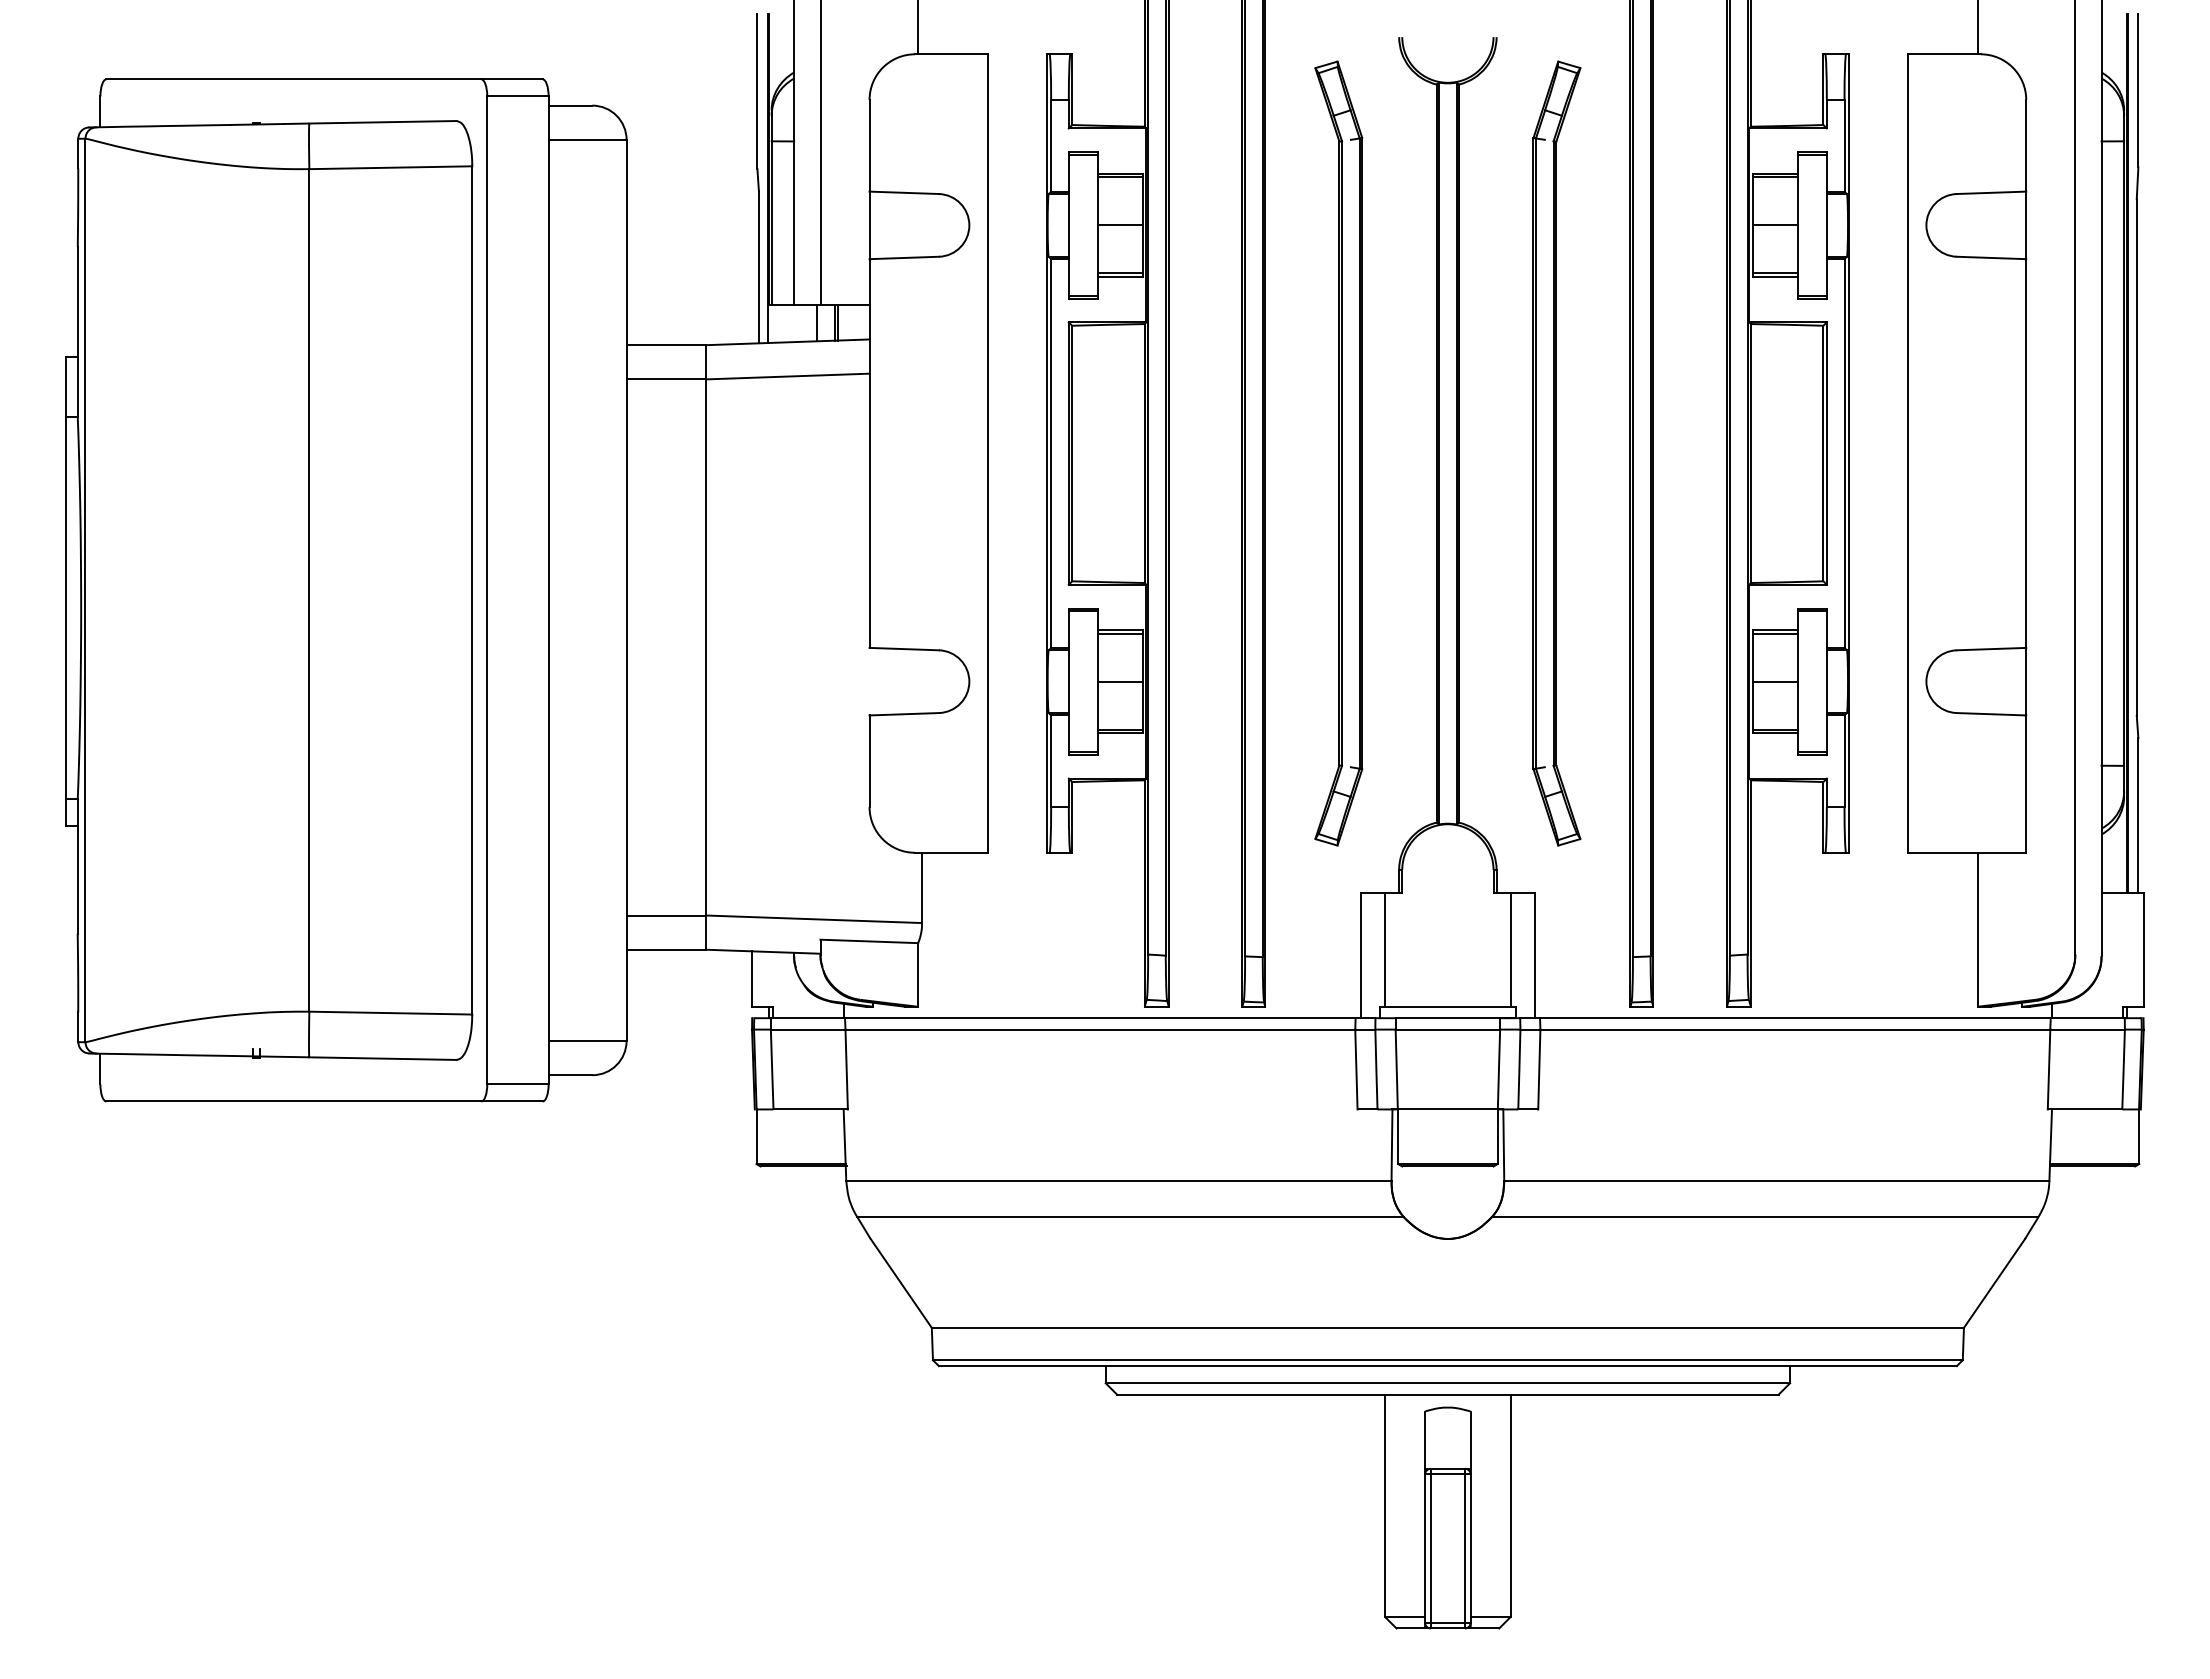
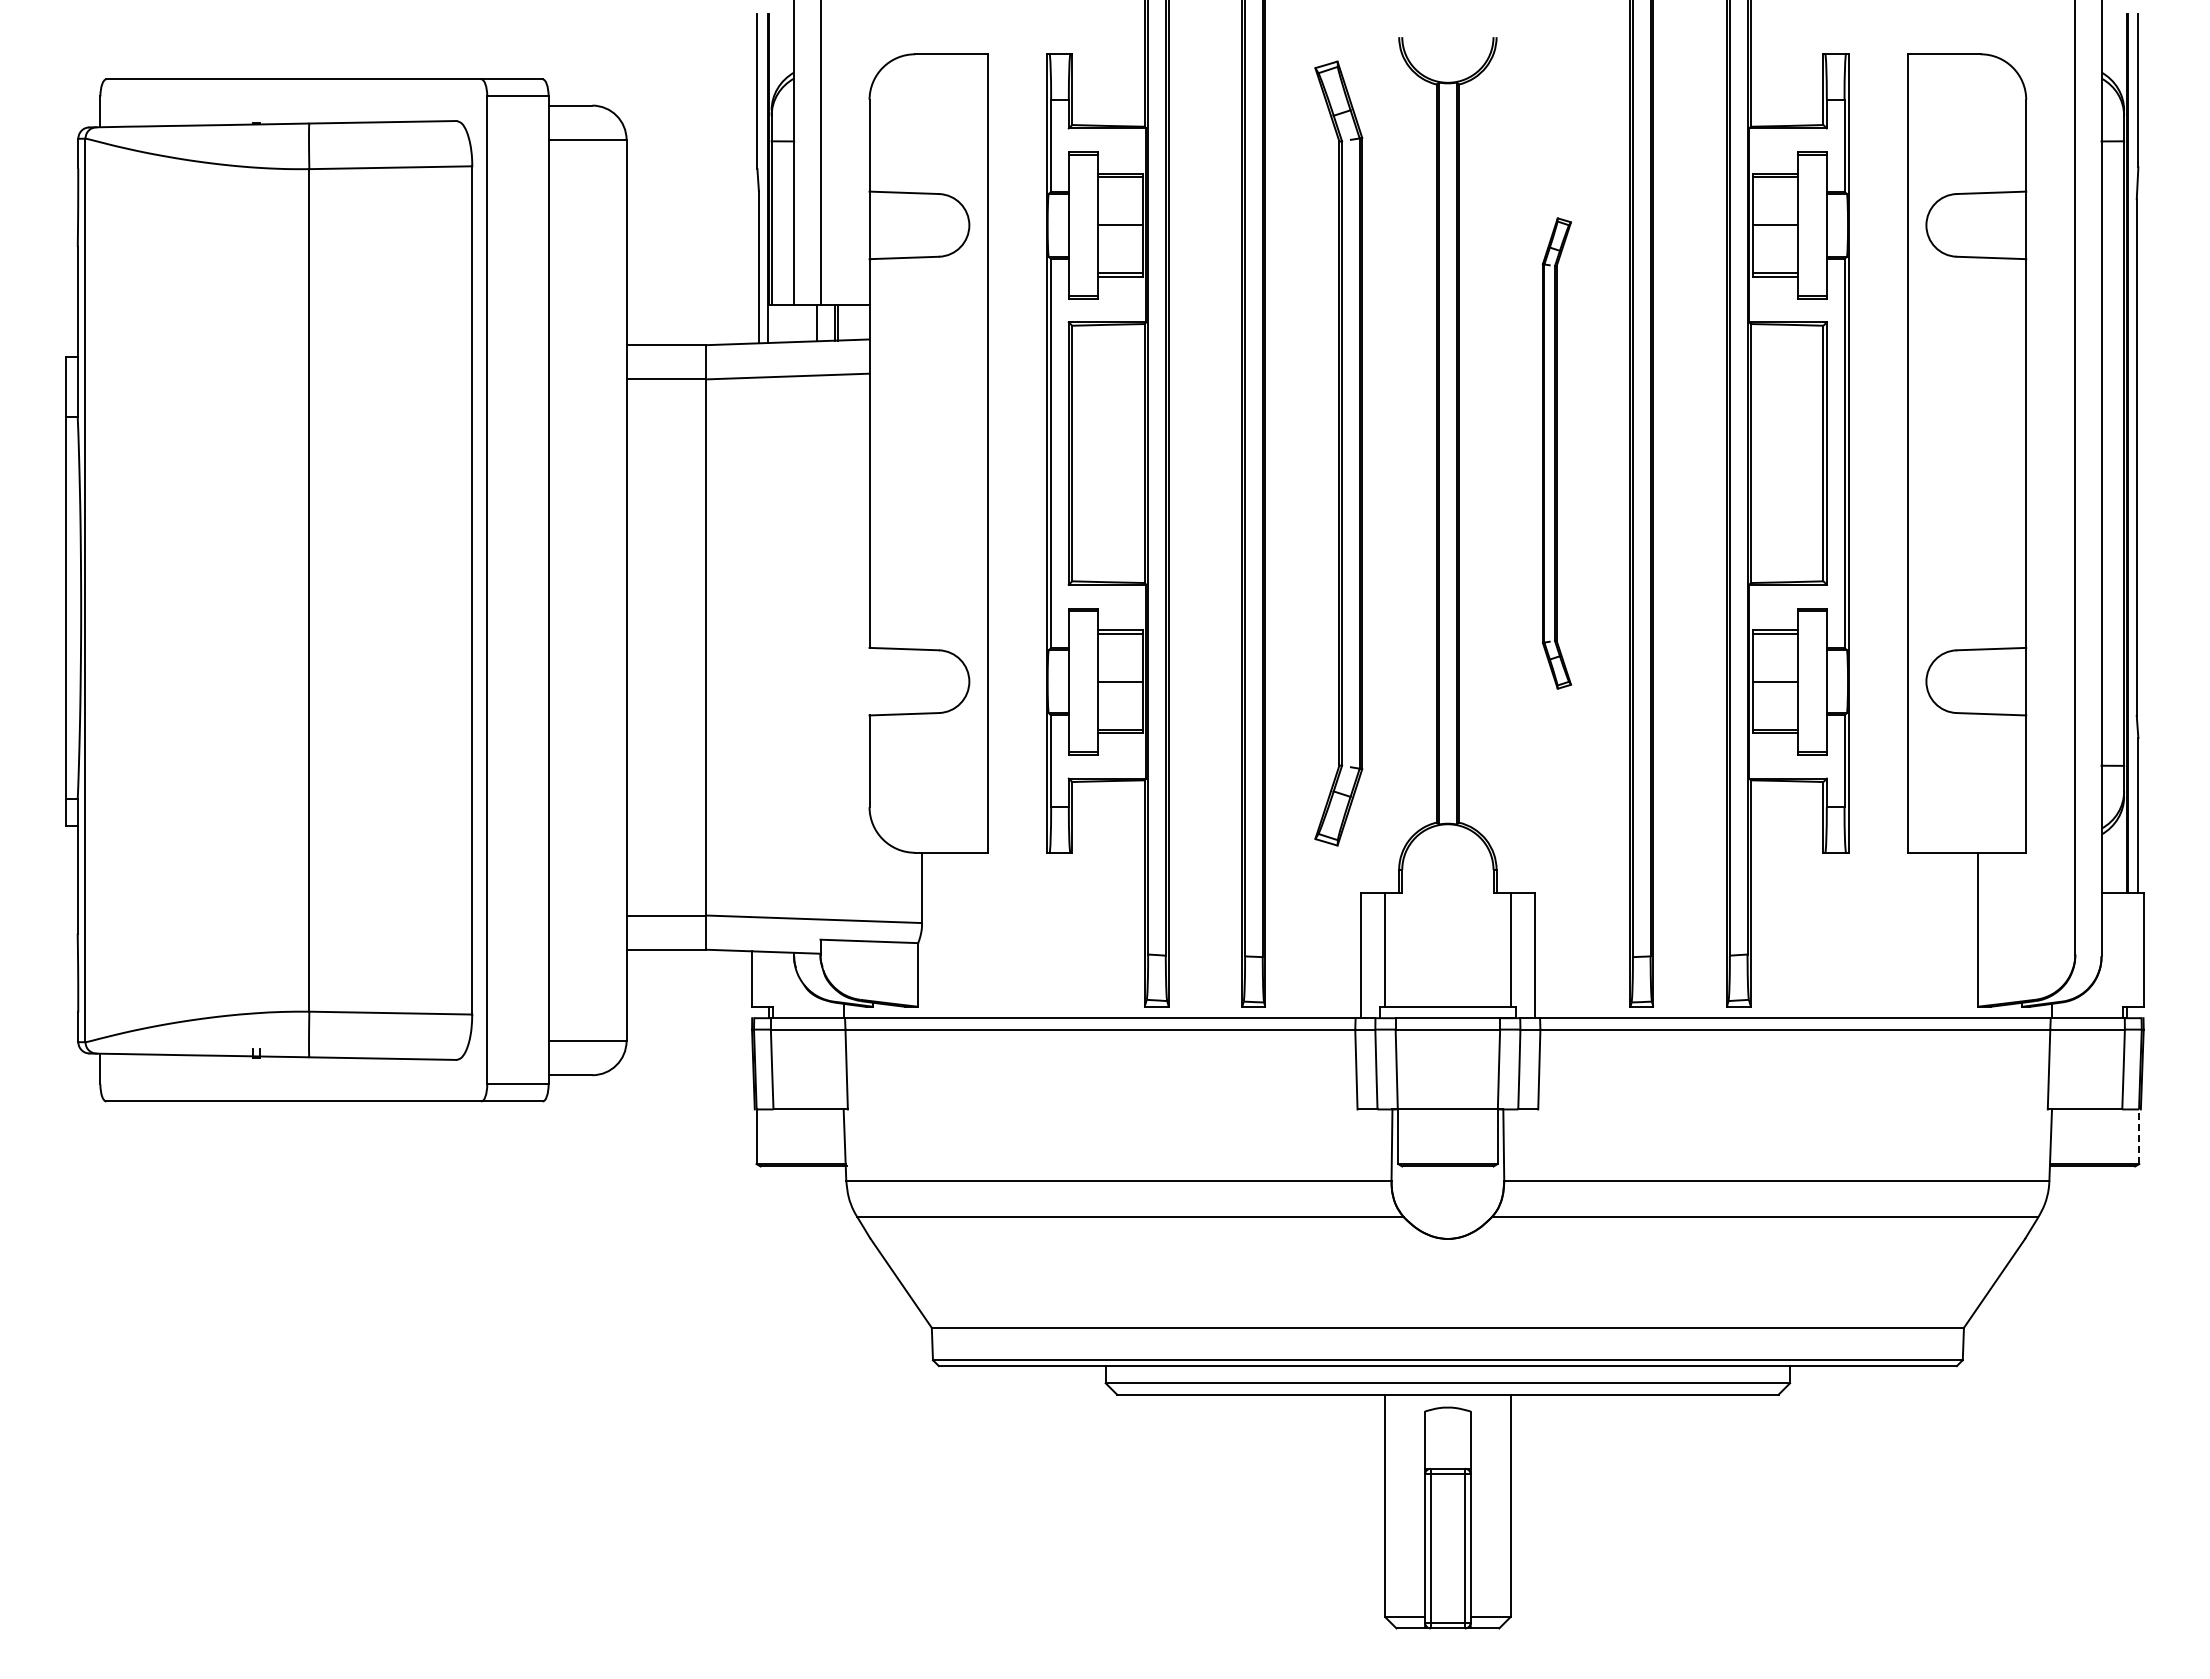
line at (918, 28): present -> none
line at (1977, 28): present -> none
part at (1556, 453) size: 50x787 px -> 31x473 px
line at (2139, 1136): solid -> dashed
